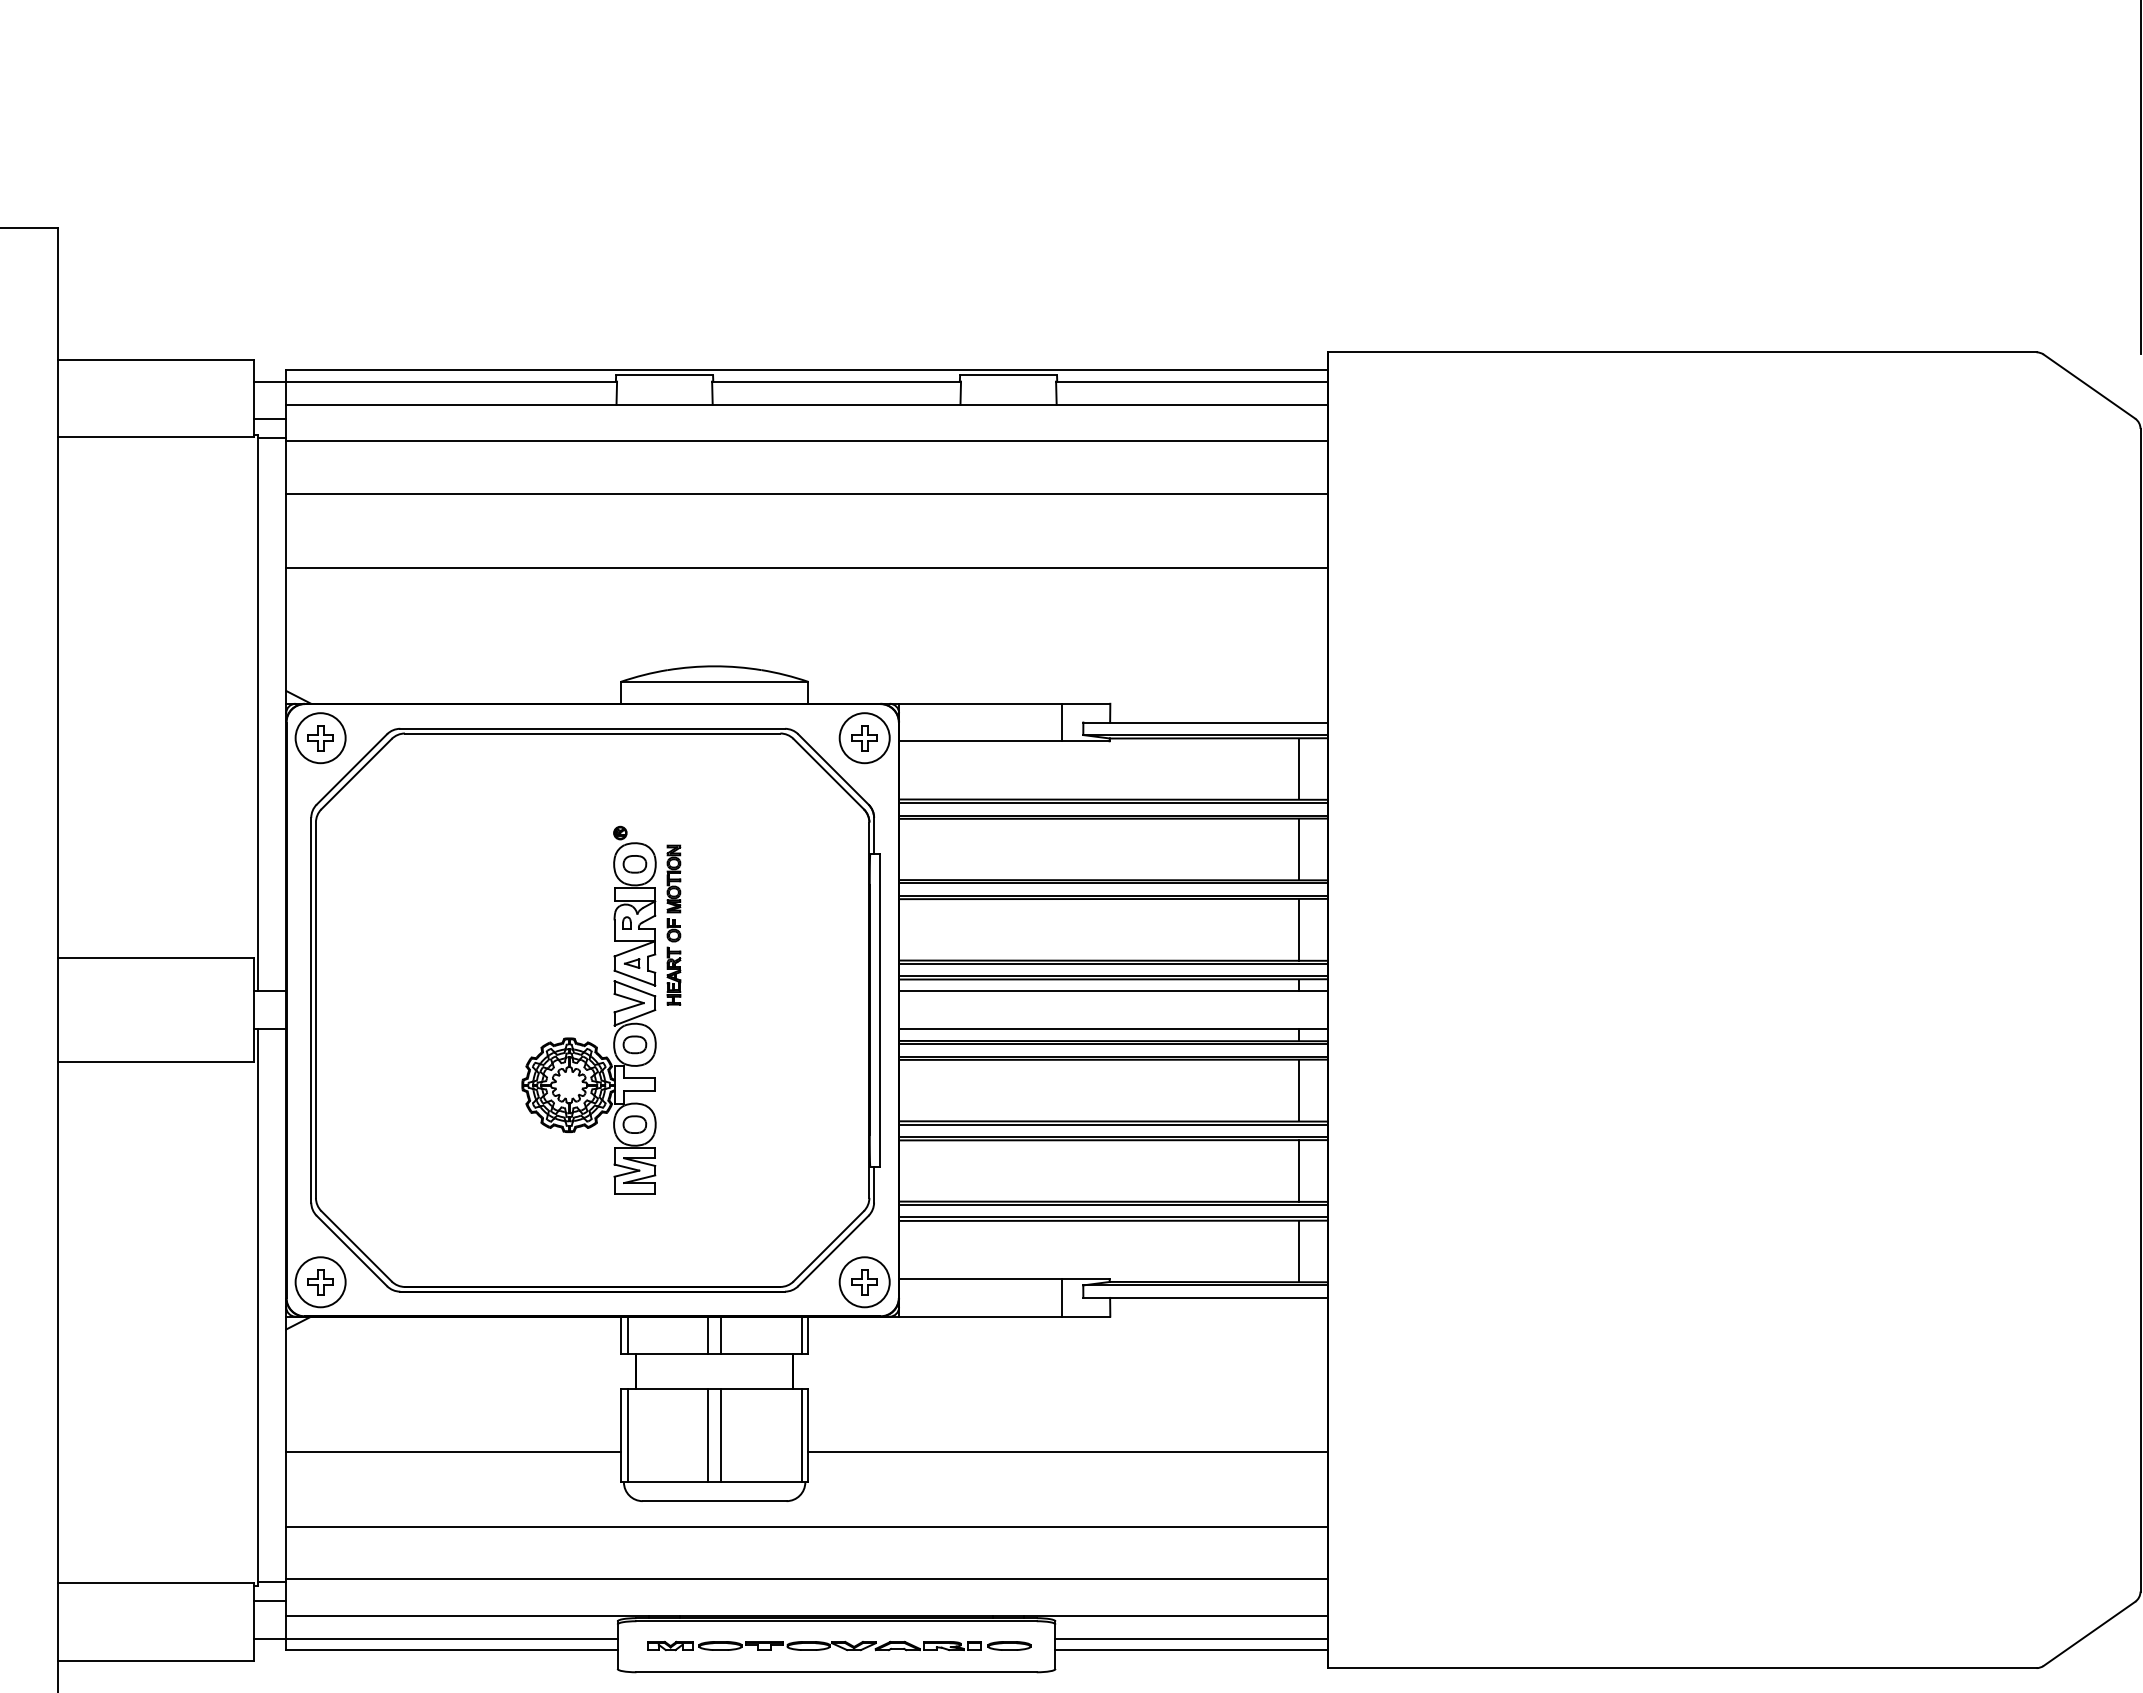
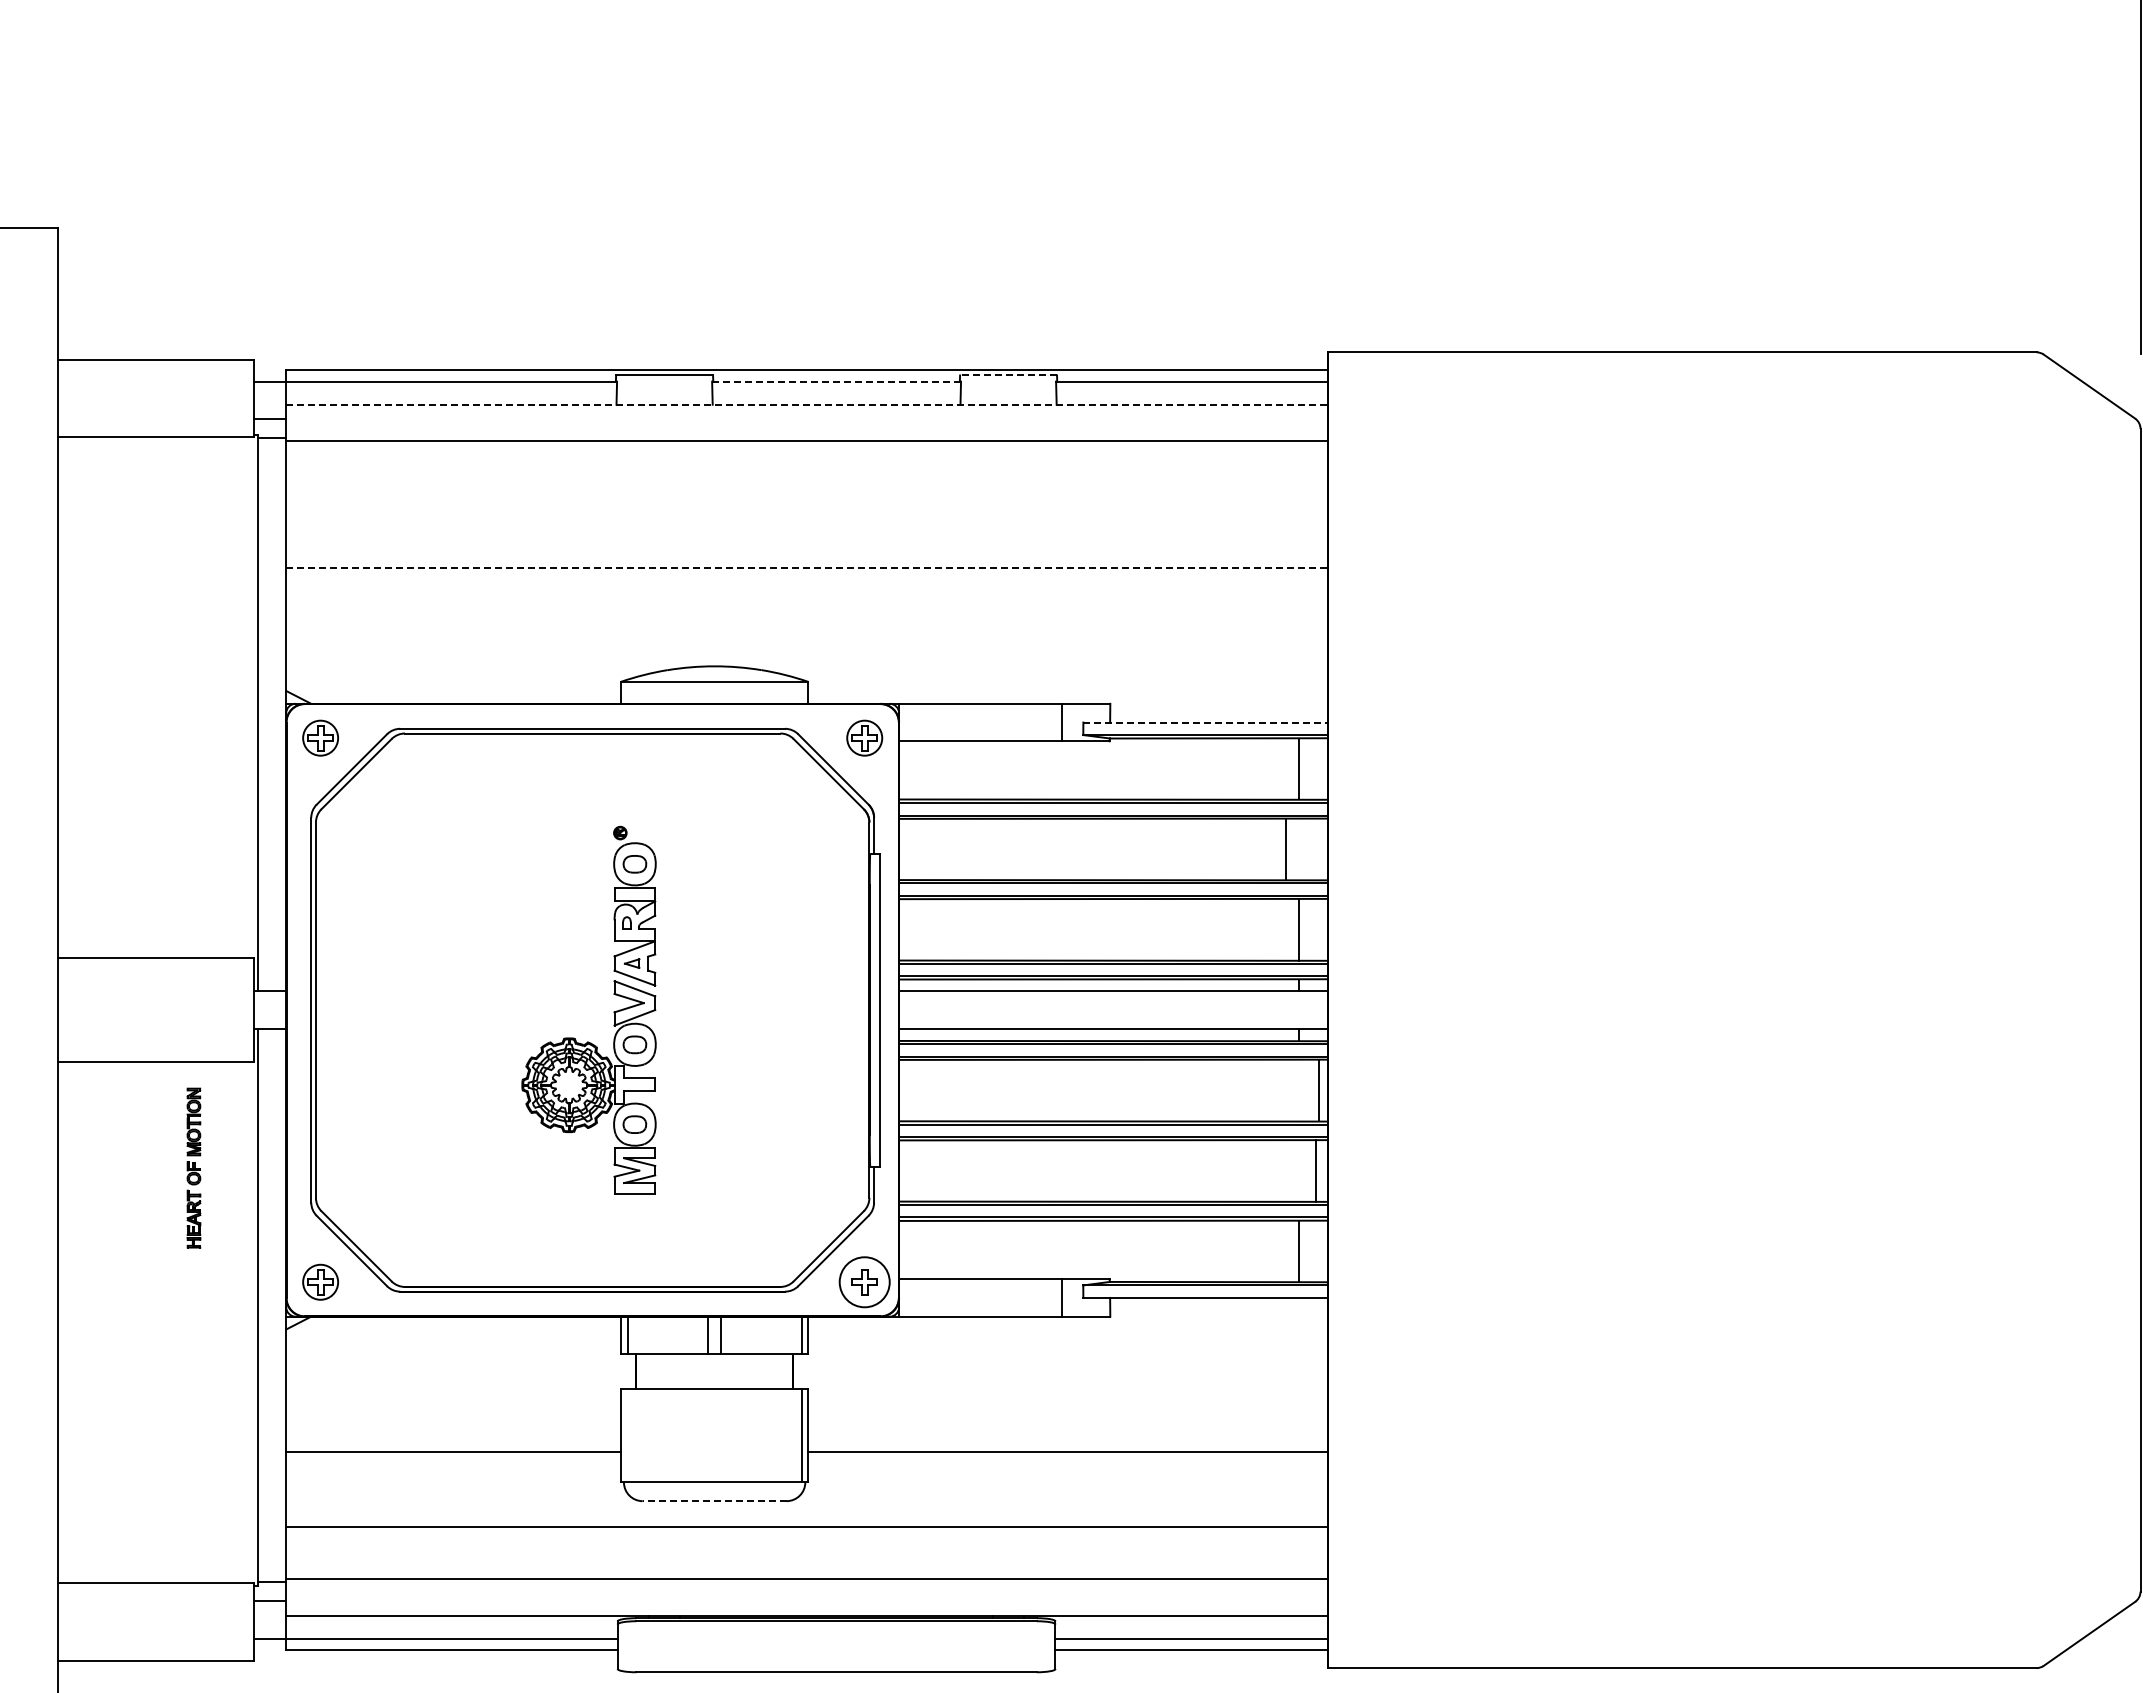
line at (1008, 375): solid -> dashed
line at (837, 381): solid -> dashed
line at (806, 404): solid -> dashed
line at (806, 493): present -> none
line at (806, 568): solid -> dashed
line at (1205, 722): solid -> dashed
circle at (320, 738) diameter: 50 px -> 35 px
circle at (864, 738) diameter: 50 px -> 35 px
line at (1299, 849) position: (1299, 849) -> (1286, 849)
part at (673, 924) position: (673, 924) -> (193, 1167)
line at (1299, 1090) position: (1299, 1090) -> (1319, 1090)
line at (1299, 1170) position: (1299, 1170) -> (1316, 1170)
circle at (320, 1282) diameter: 50 px -> 35 px
line at (627, 1435): present -> none
line at (707, 1435): present -> none
line at (721, 1435): present -> none
line at (714, 1501): solid -> dashed
part at (839, 1645): present -> none
